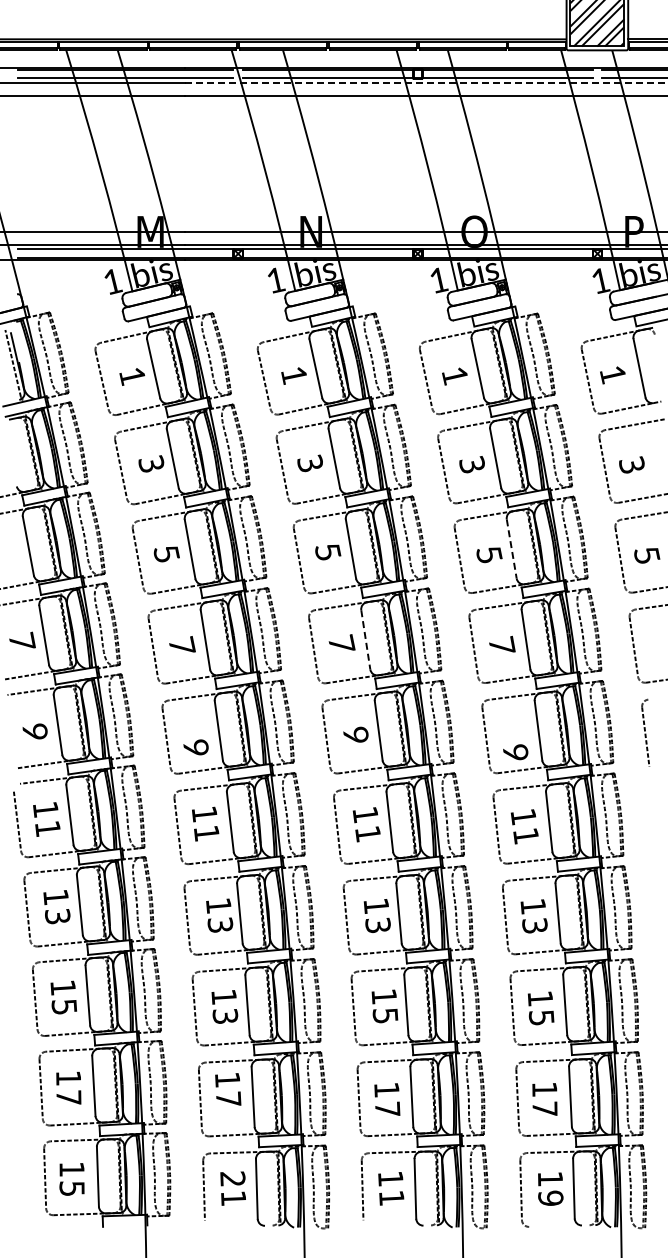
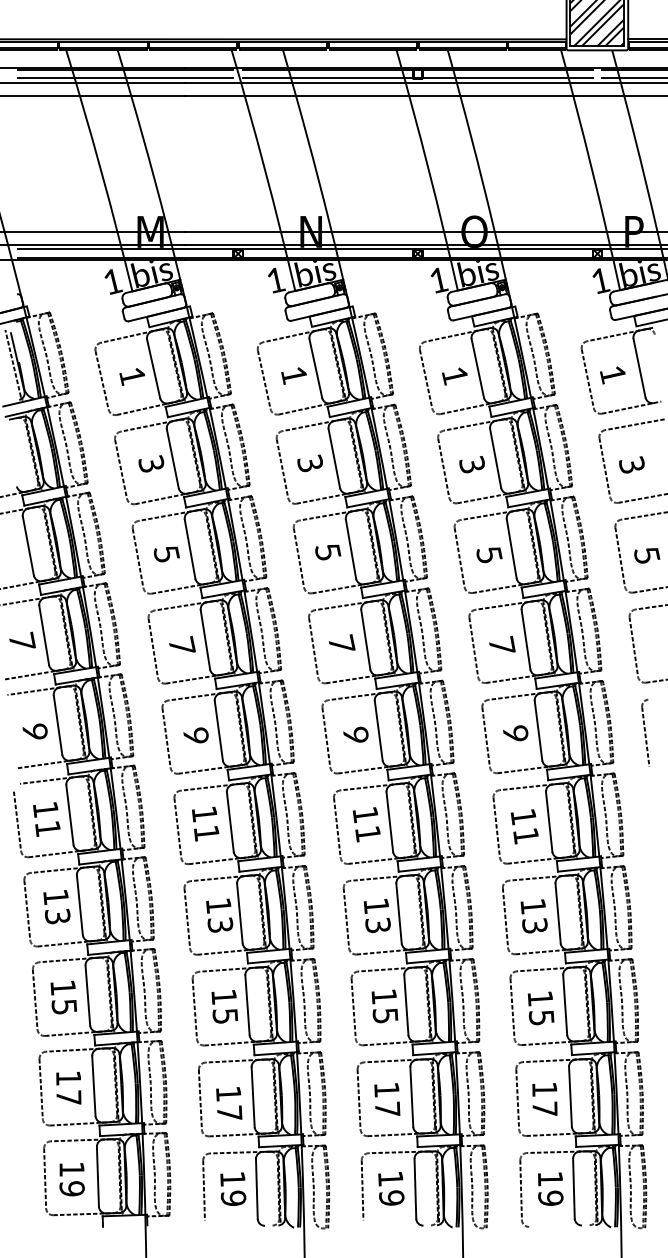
line at (426, 82): dashed -> solid
line at (511, 548): dashed -> solid
line at (365, 639): dashed -> solid
text at (195, 747) position: (195, 747) -> (195, 735)
text at (515, 752) position: (515, 752) -> (515, 733)
text at (225, 1016): 13 -> 15
text at (228, 1089) position: (228, 1089) -> (229, 1103)
text at (71, 1188): 15 -> 19
text at (233, 1188): 21 -> 19
text at (391, 1197): 11 -> 19
